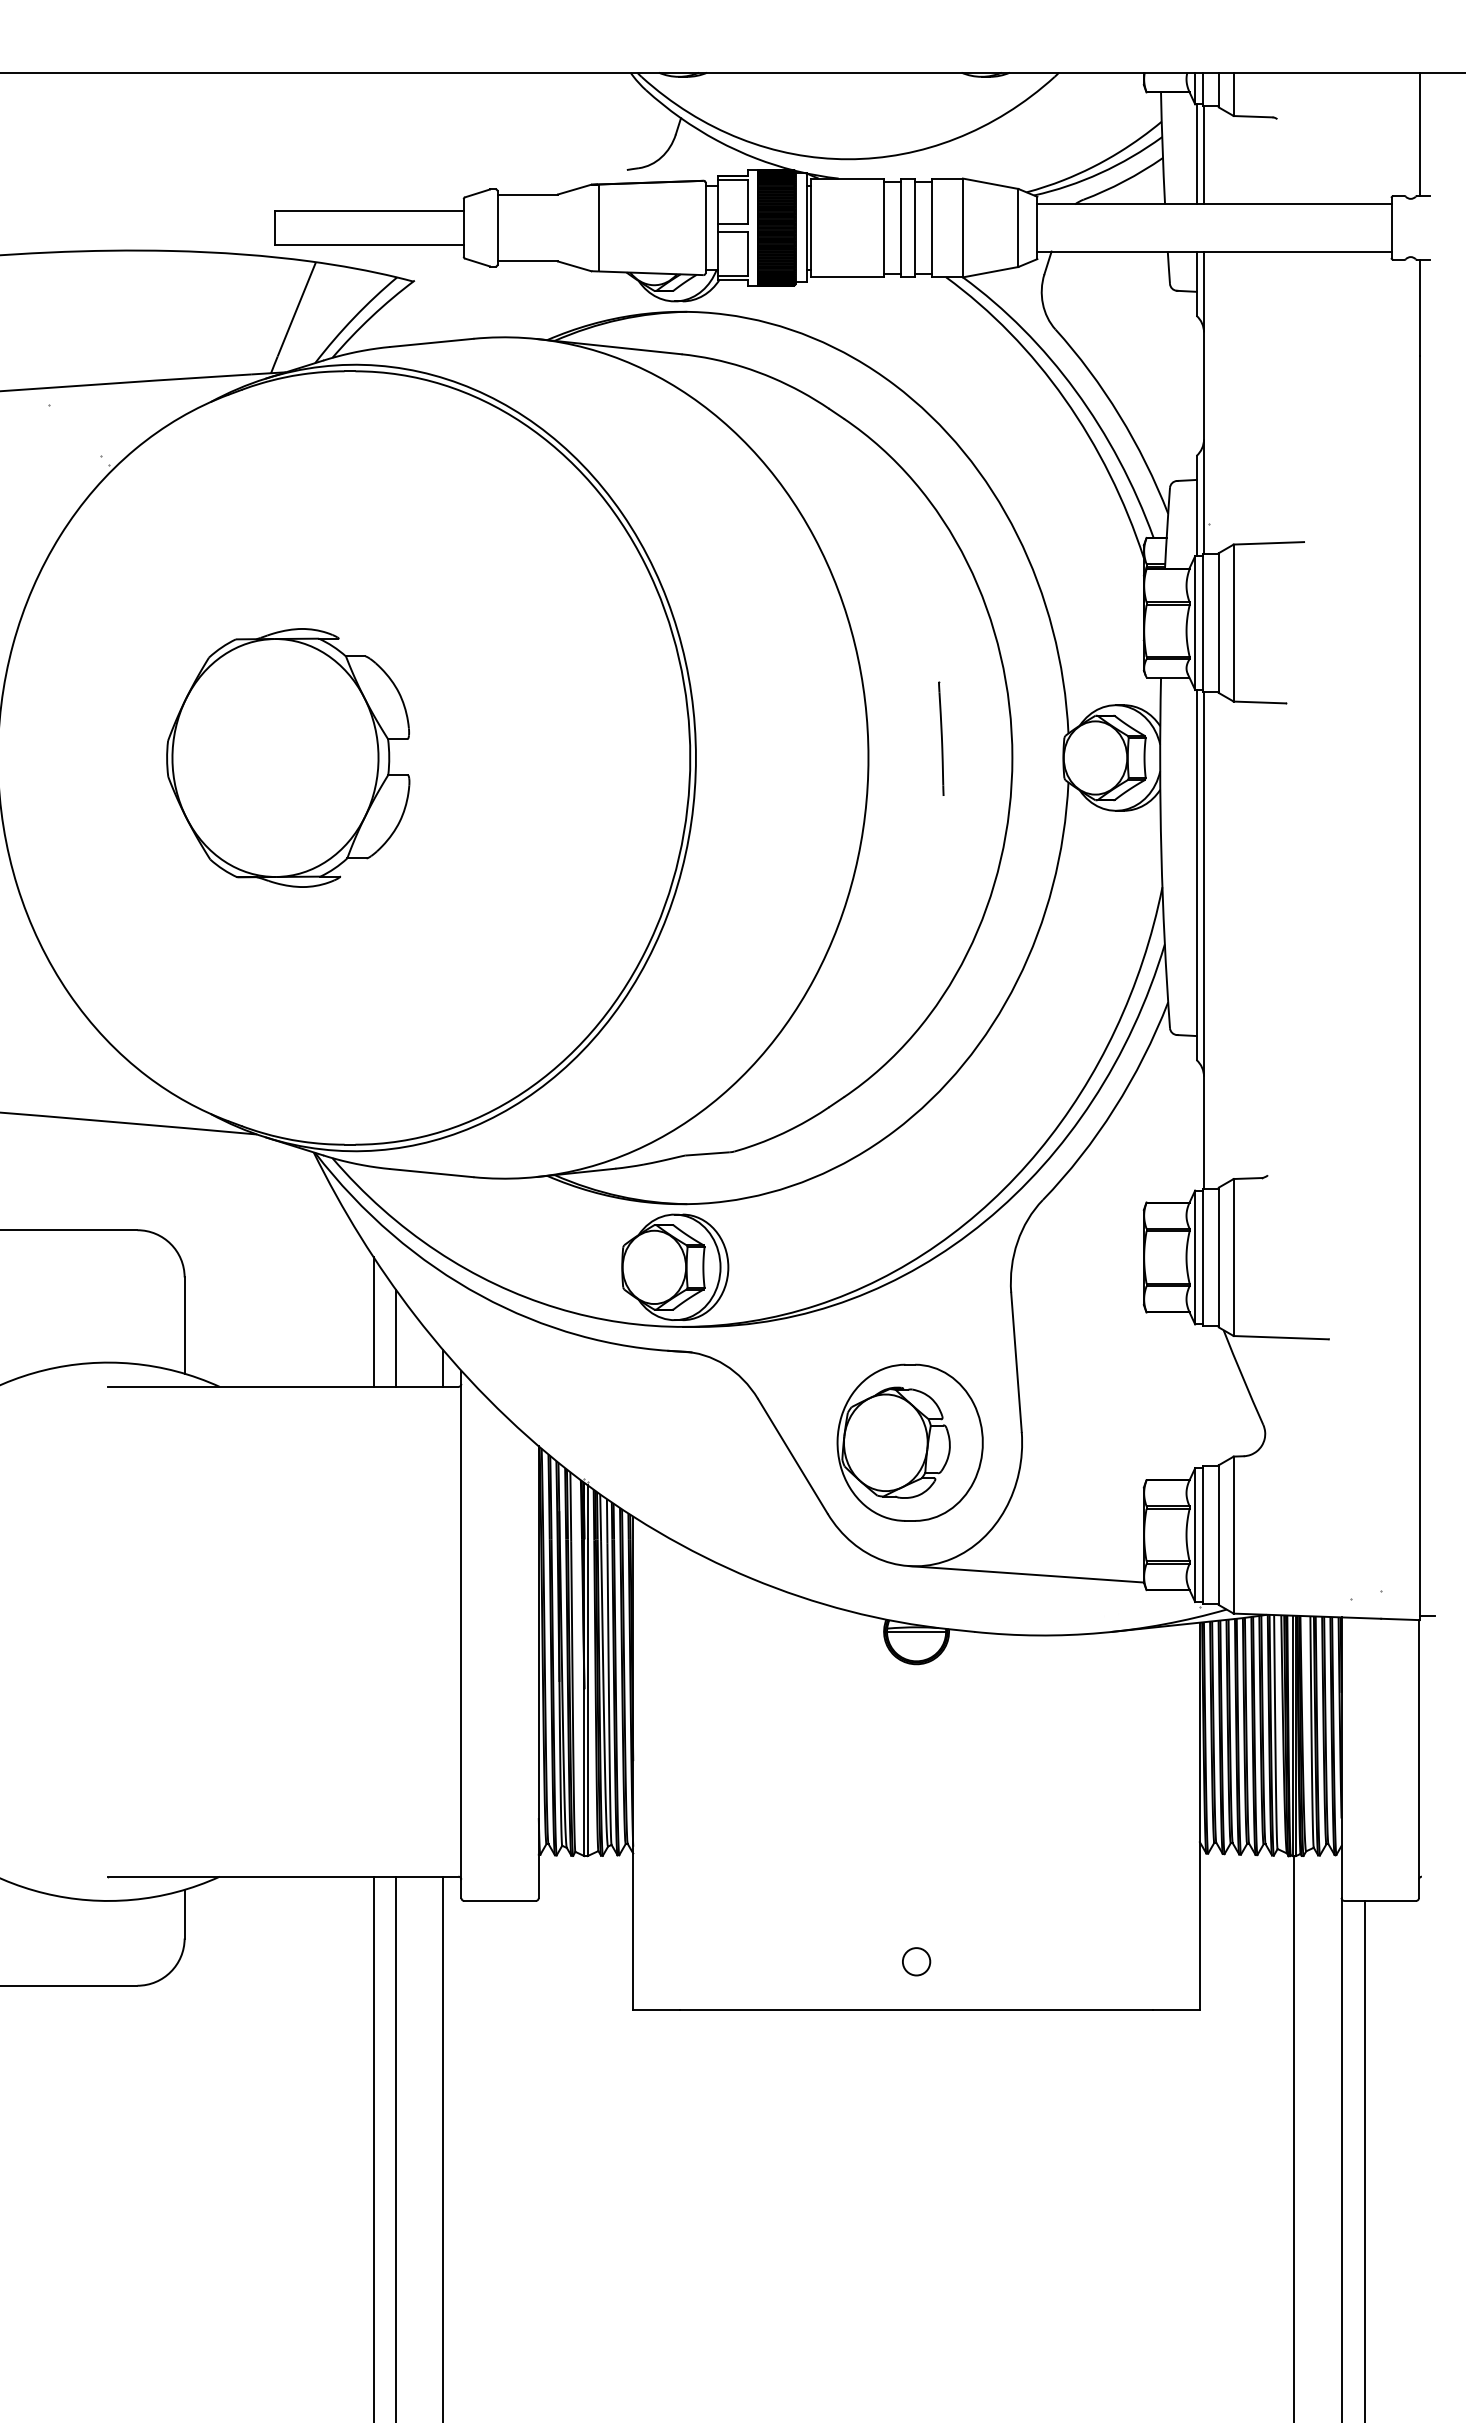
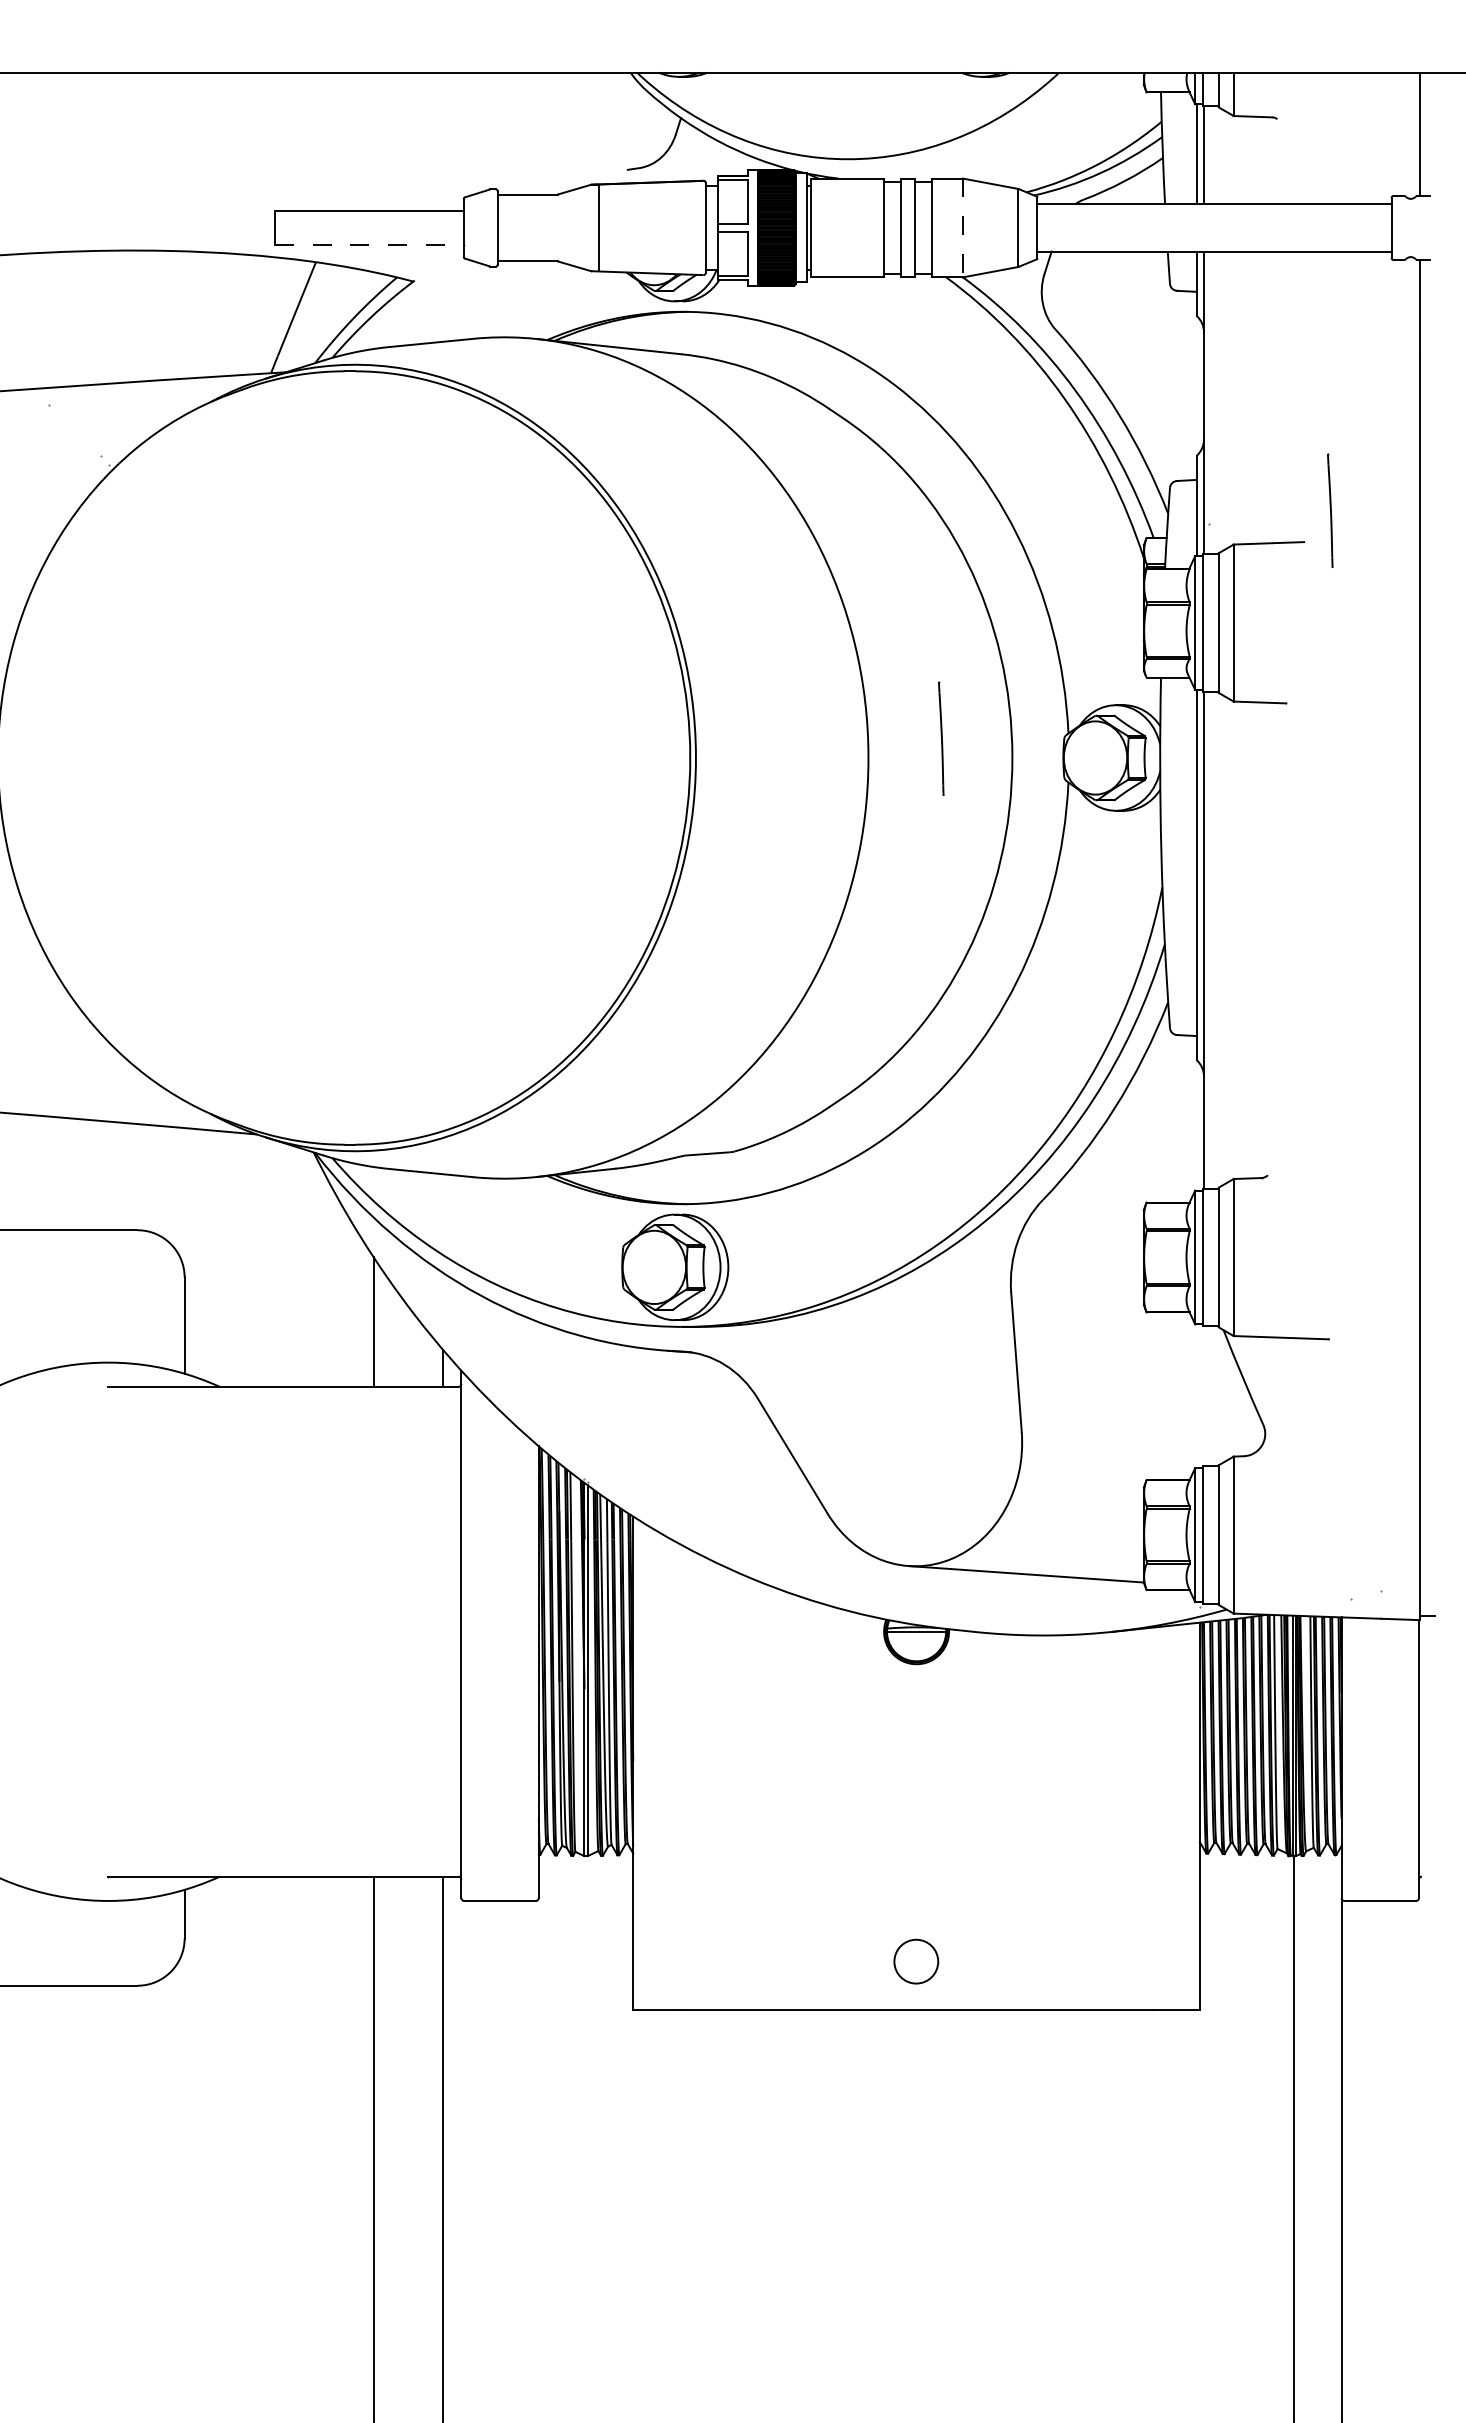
line at (962, 228): solid -> dashed
line at (369, 245): solid -> dashed
line at (1330, 510): none -> present
part at (288, 757): present -> none
line at (396, 1338): present -> none
part at (909, 1442): present -> none
circle at (916, 1961) size: 30x30 px -> 47x47 px
line at (396, 2147): present -> none
line at (1365, 2159): present -> none
